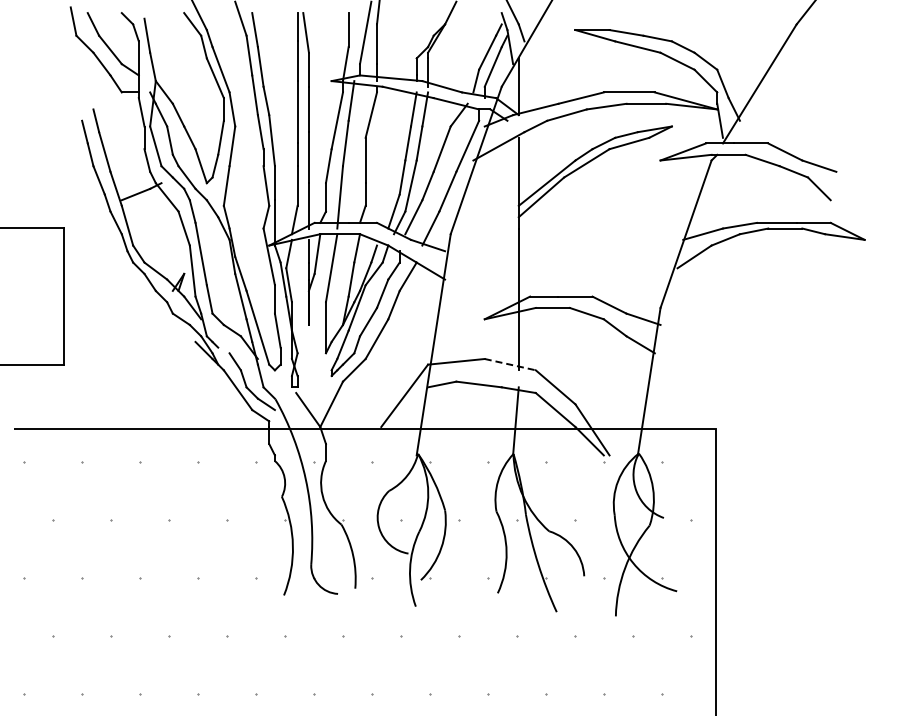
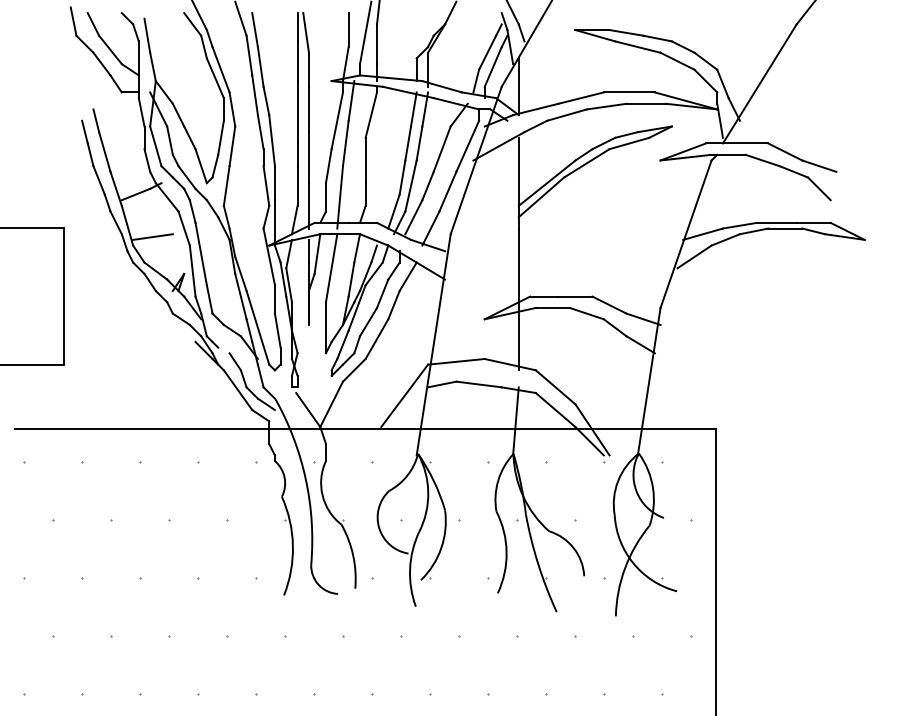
line at (152, 236): none -> present
line at (510, 364): dashed -> solid
